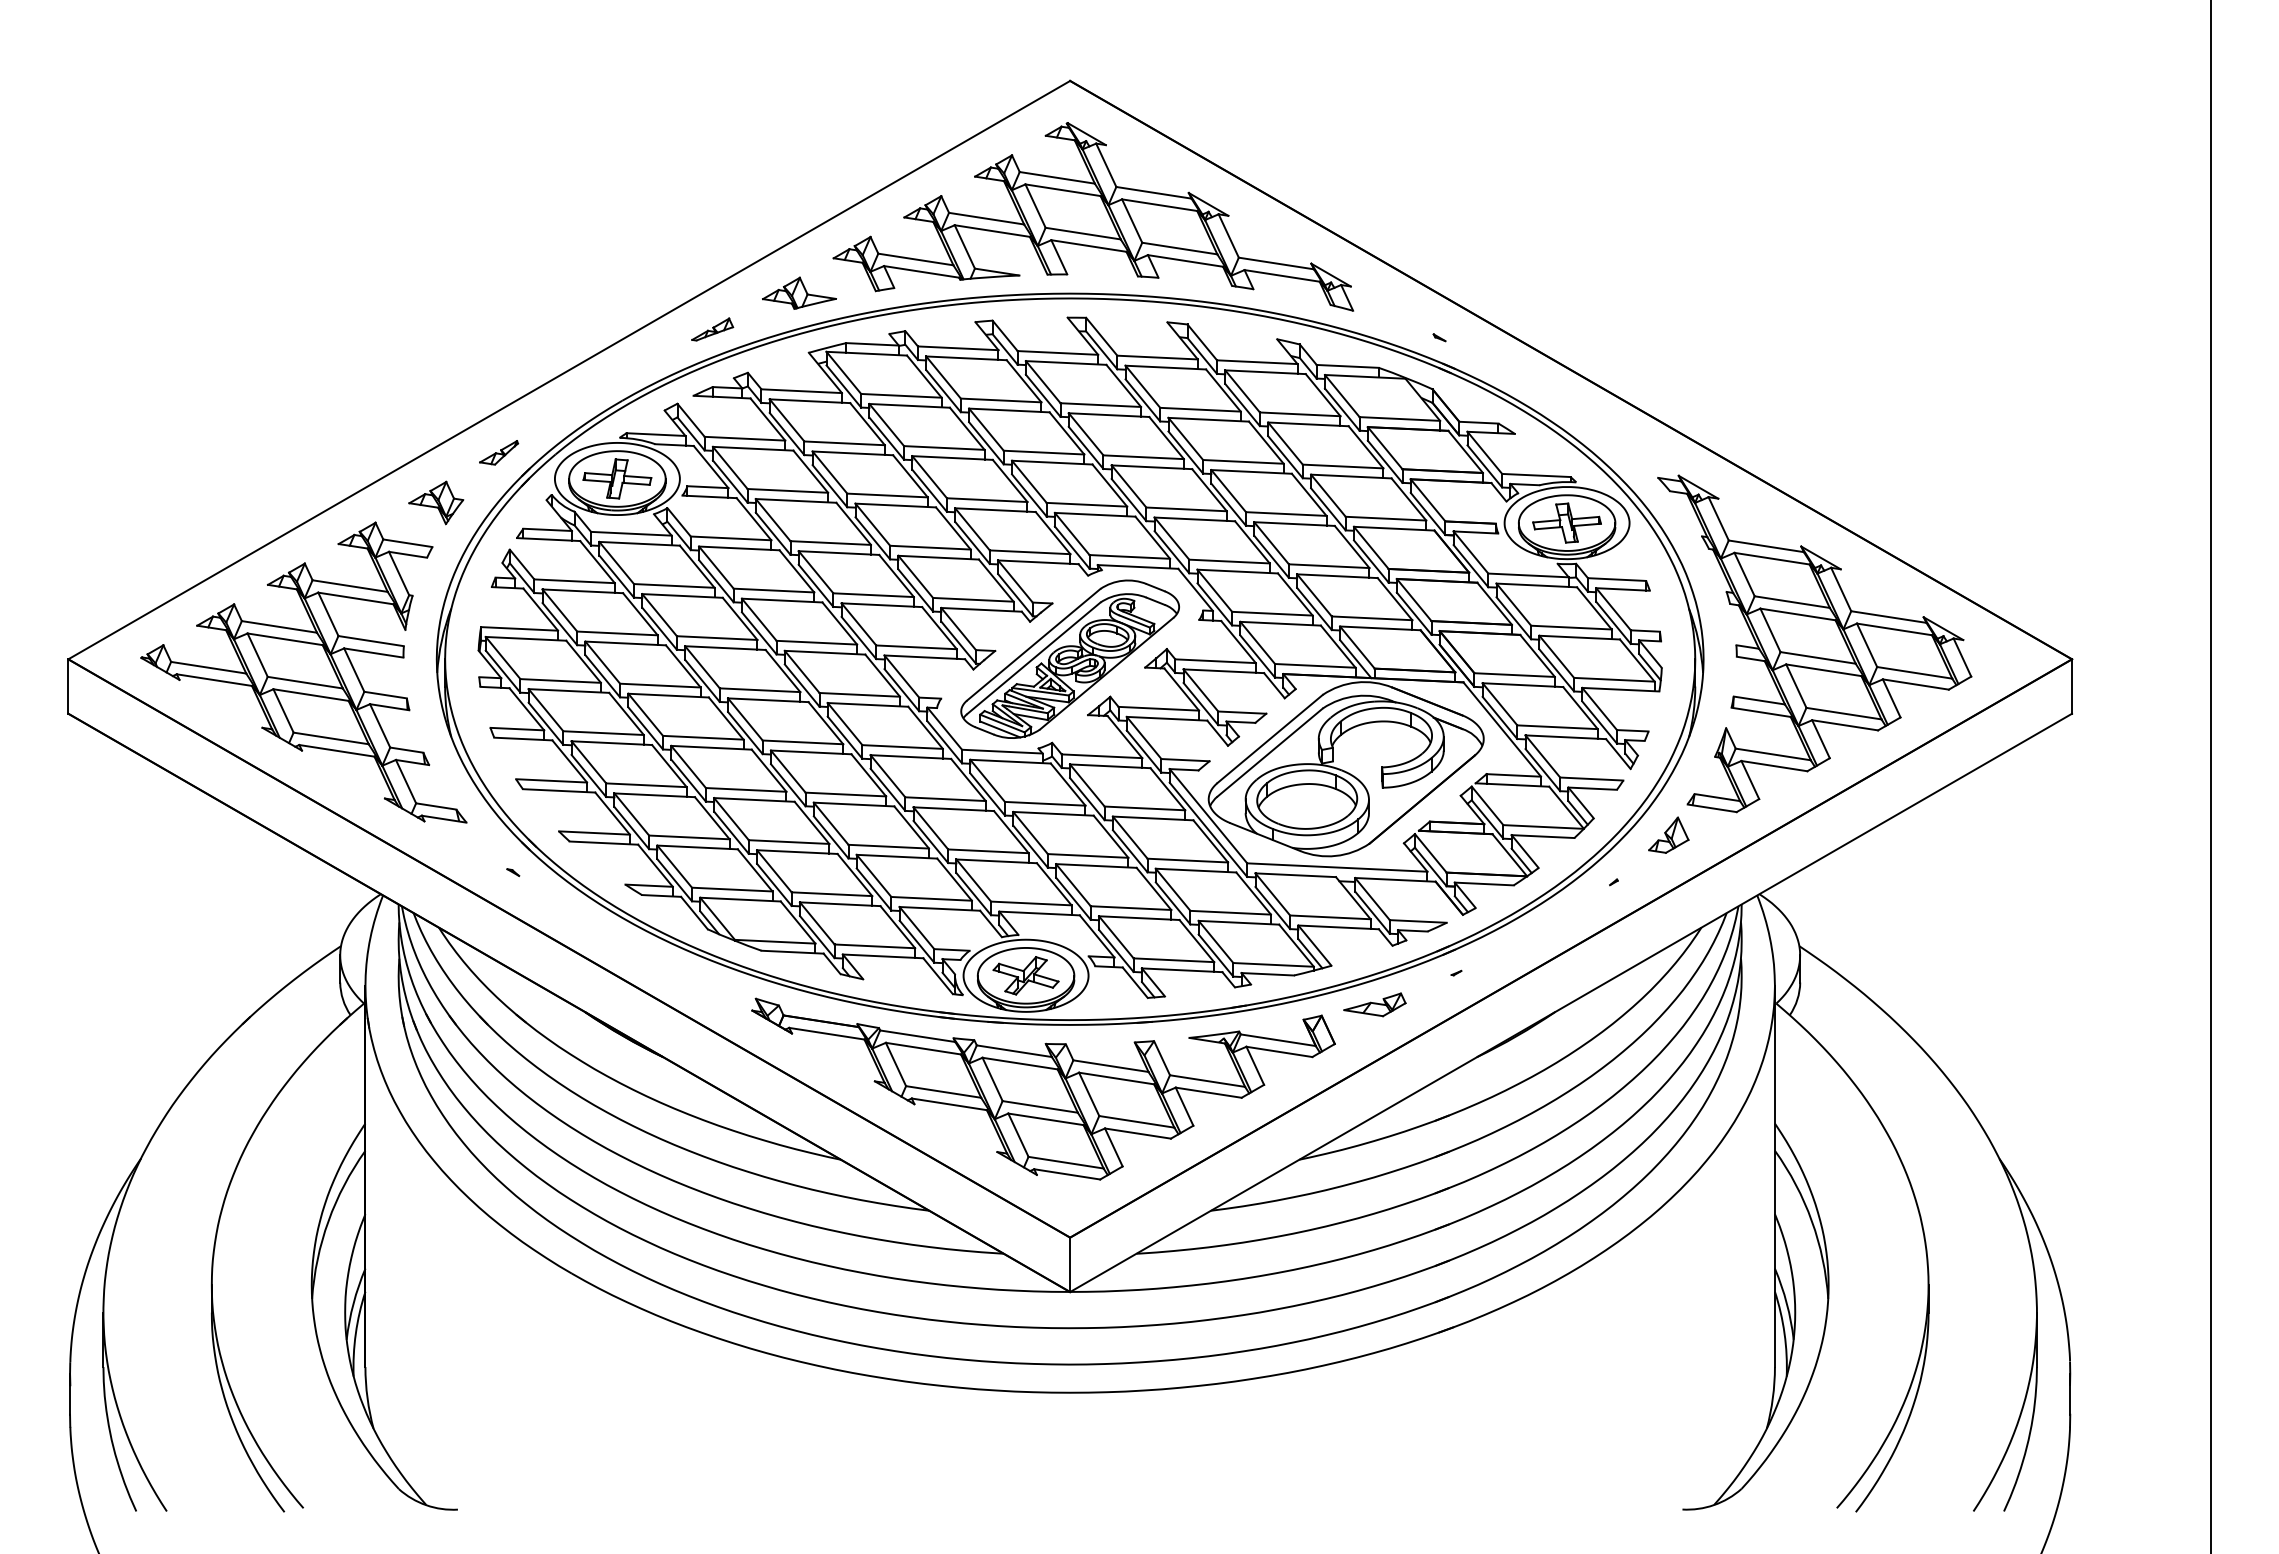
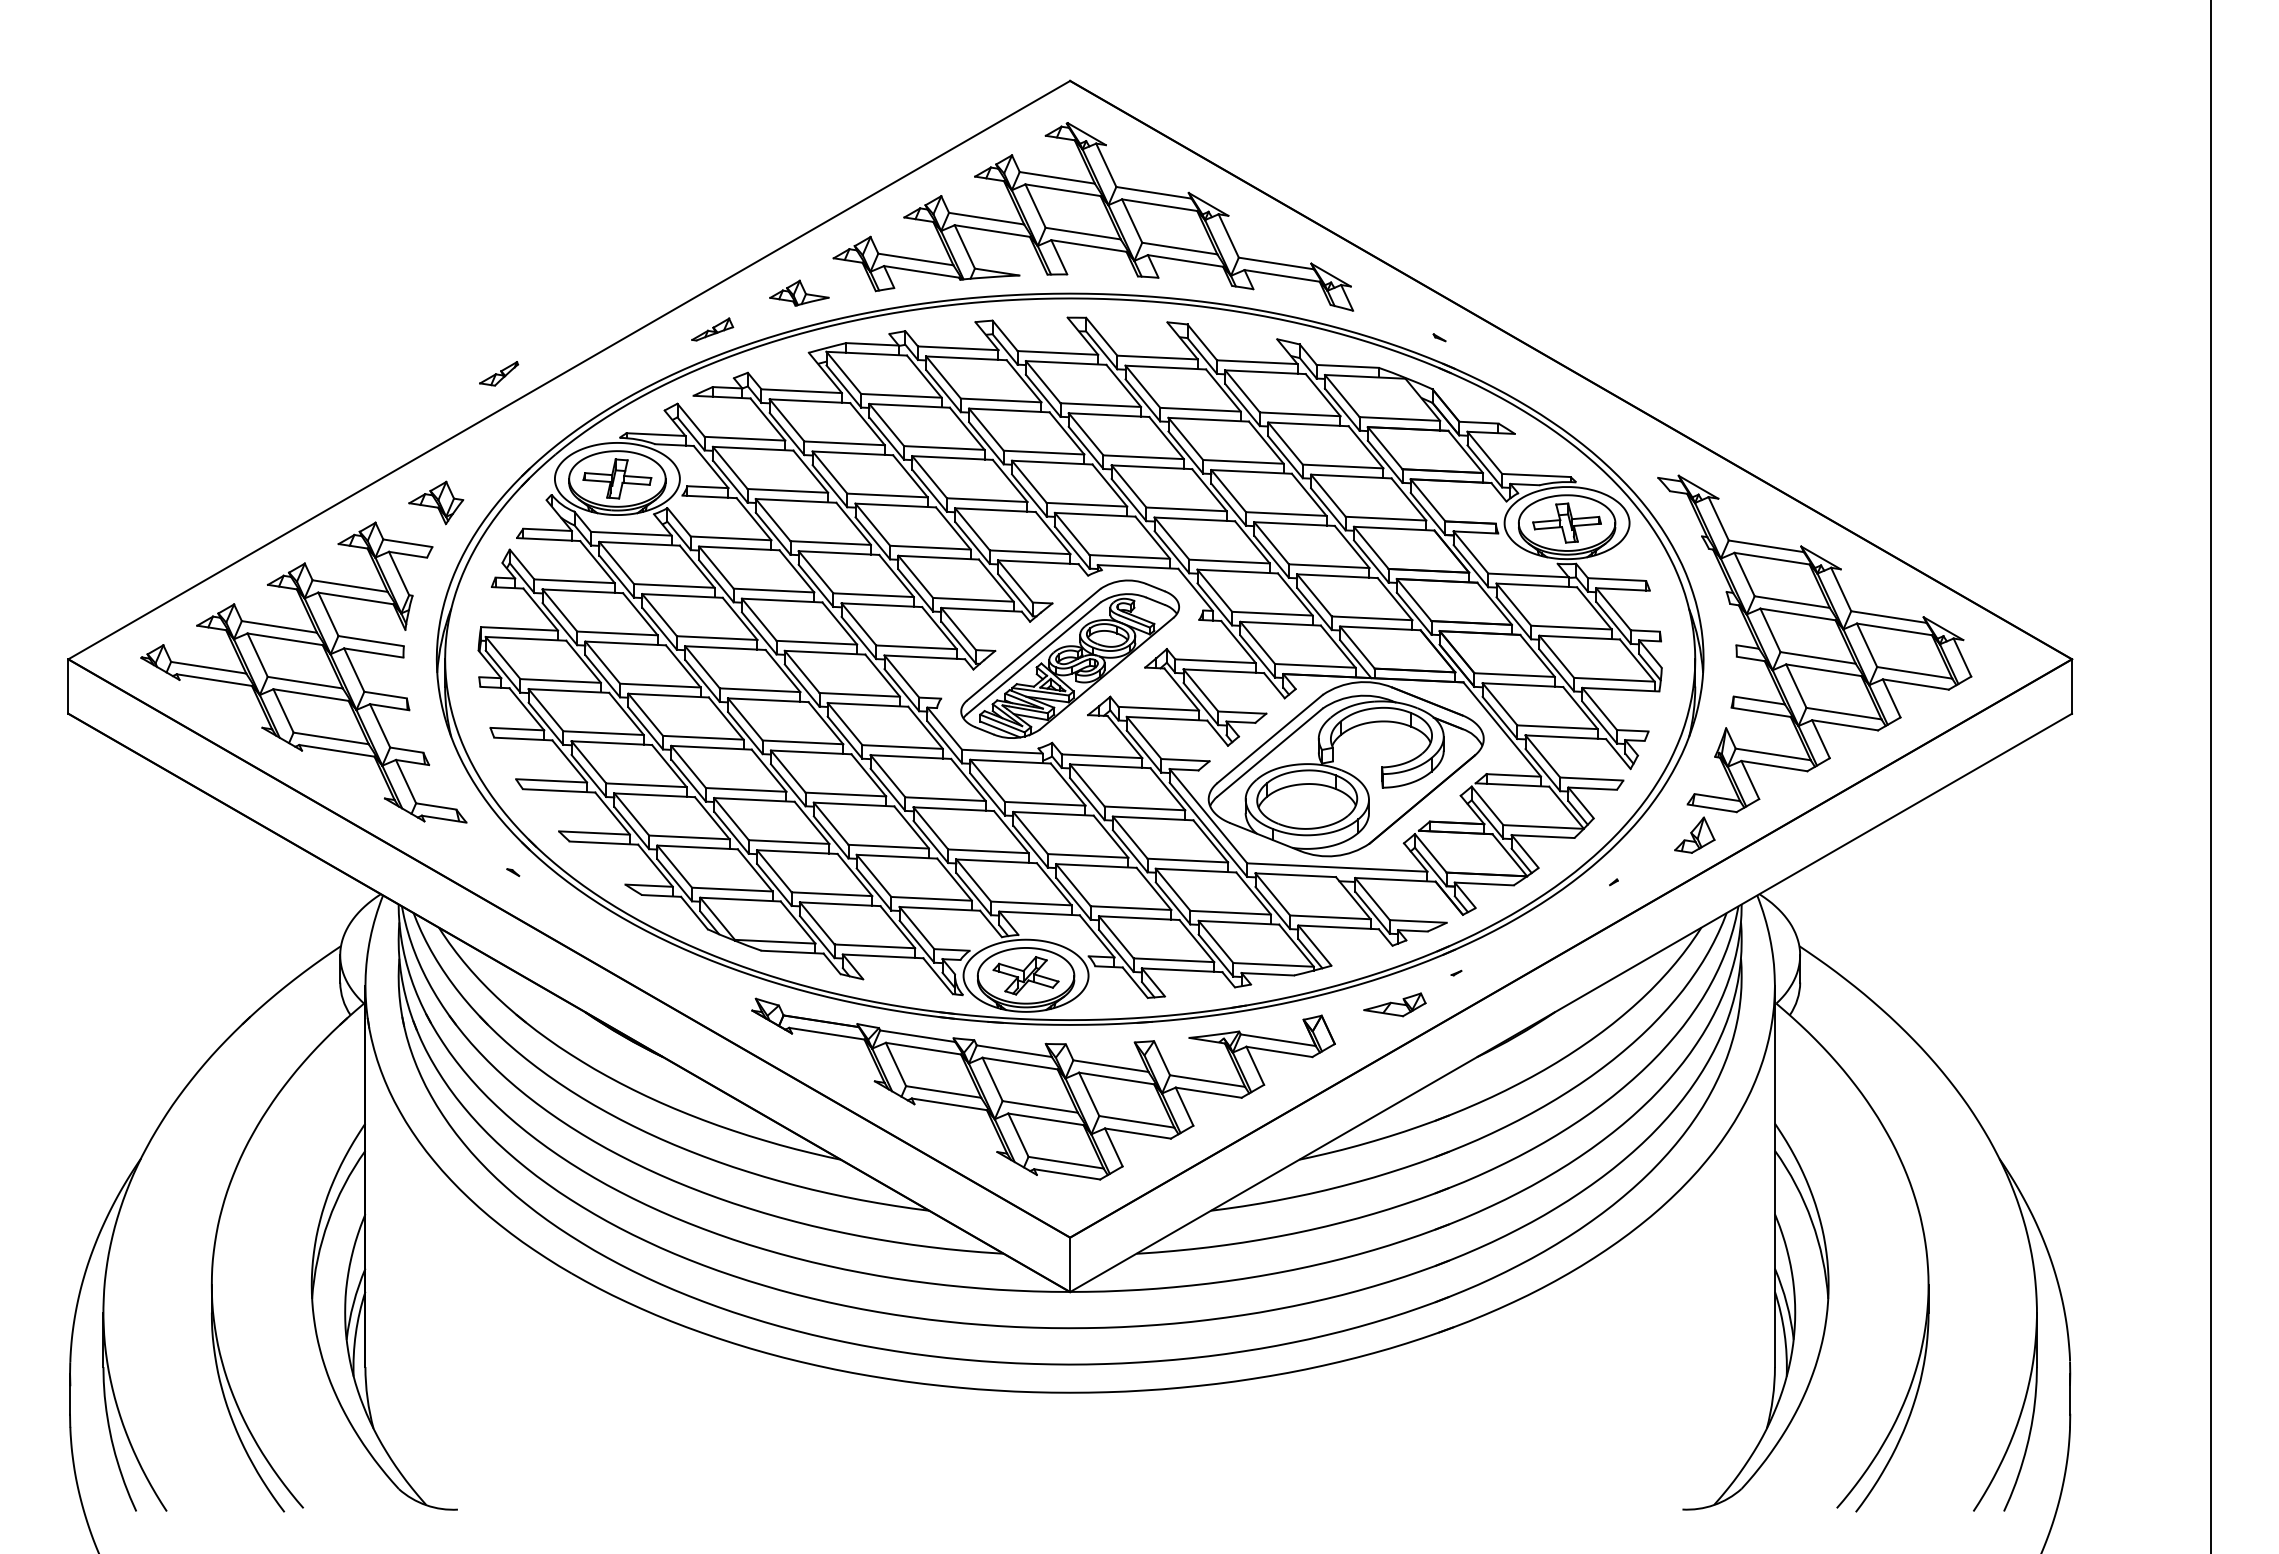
part at (799, 292) size: 75x34 px -> 61x28 px
part at (499, 452) position: (499, 452) -> (499, 373)
part at (1668, 834) position: (1668, 834) -> (1694, 834)
part at (1374, 1004) position: (1374, 1004) -> (1394, 1004)
